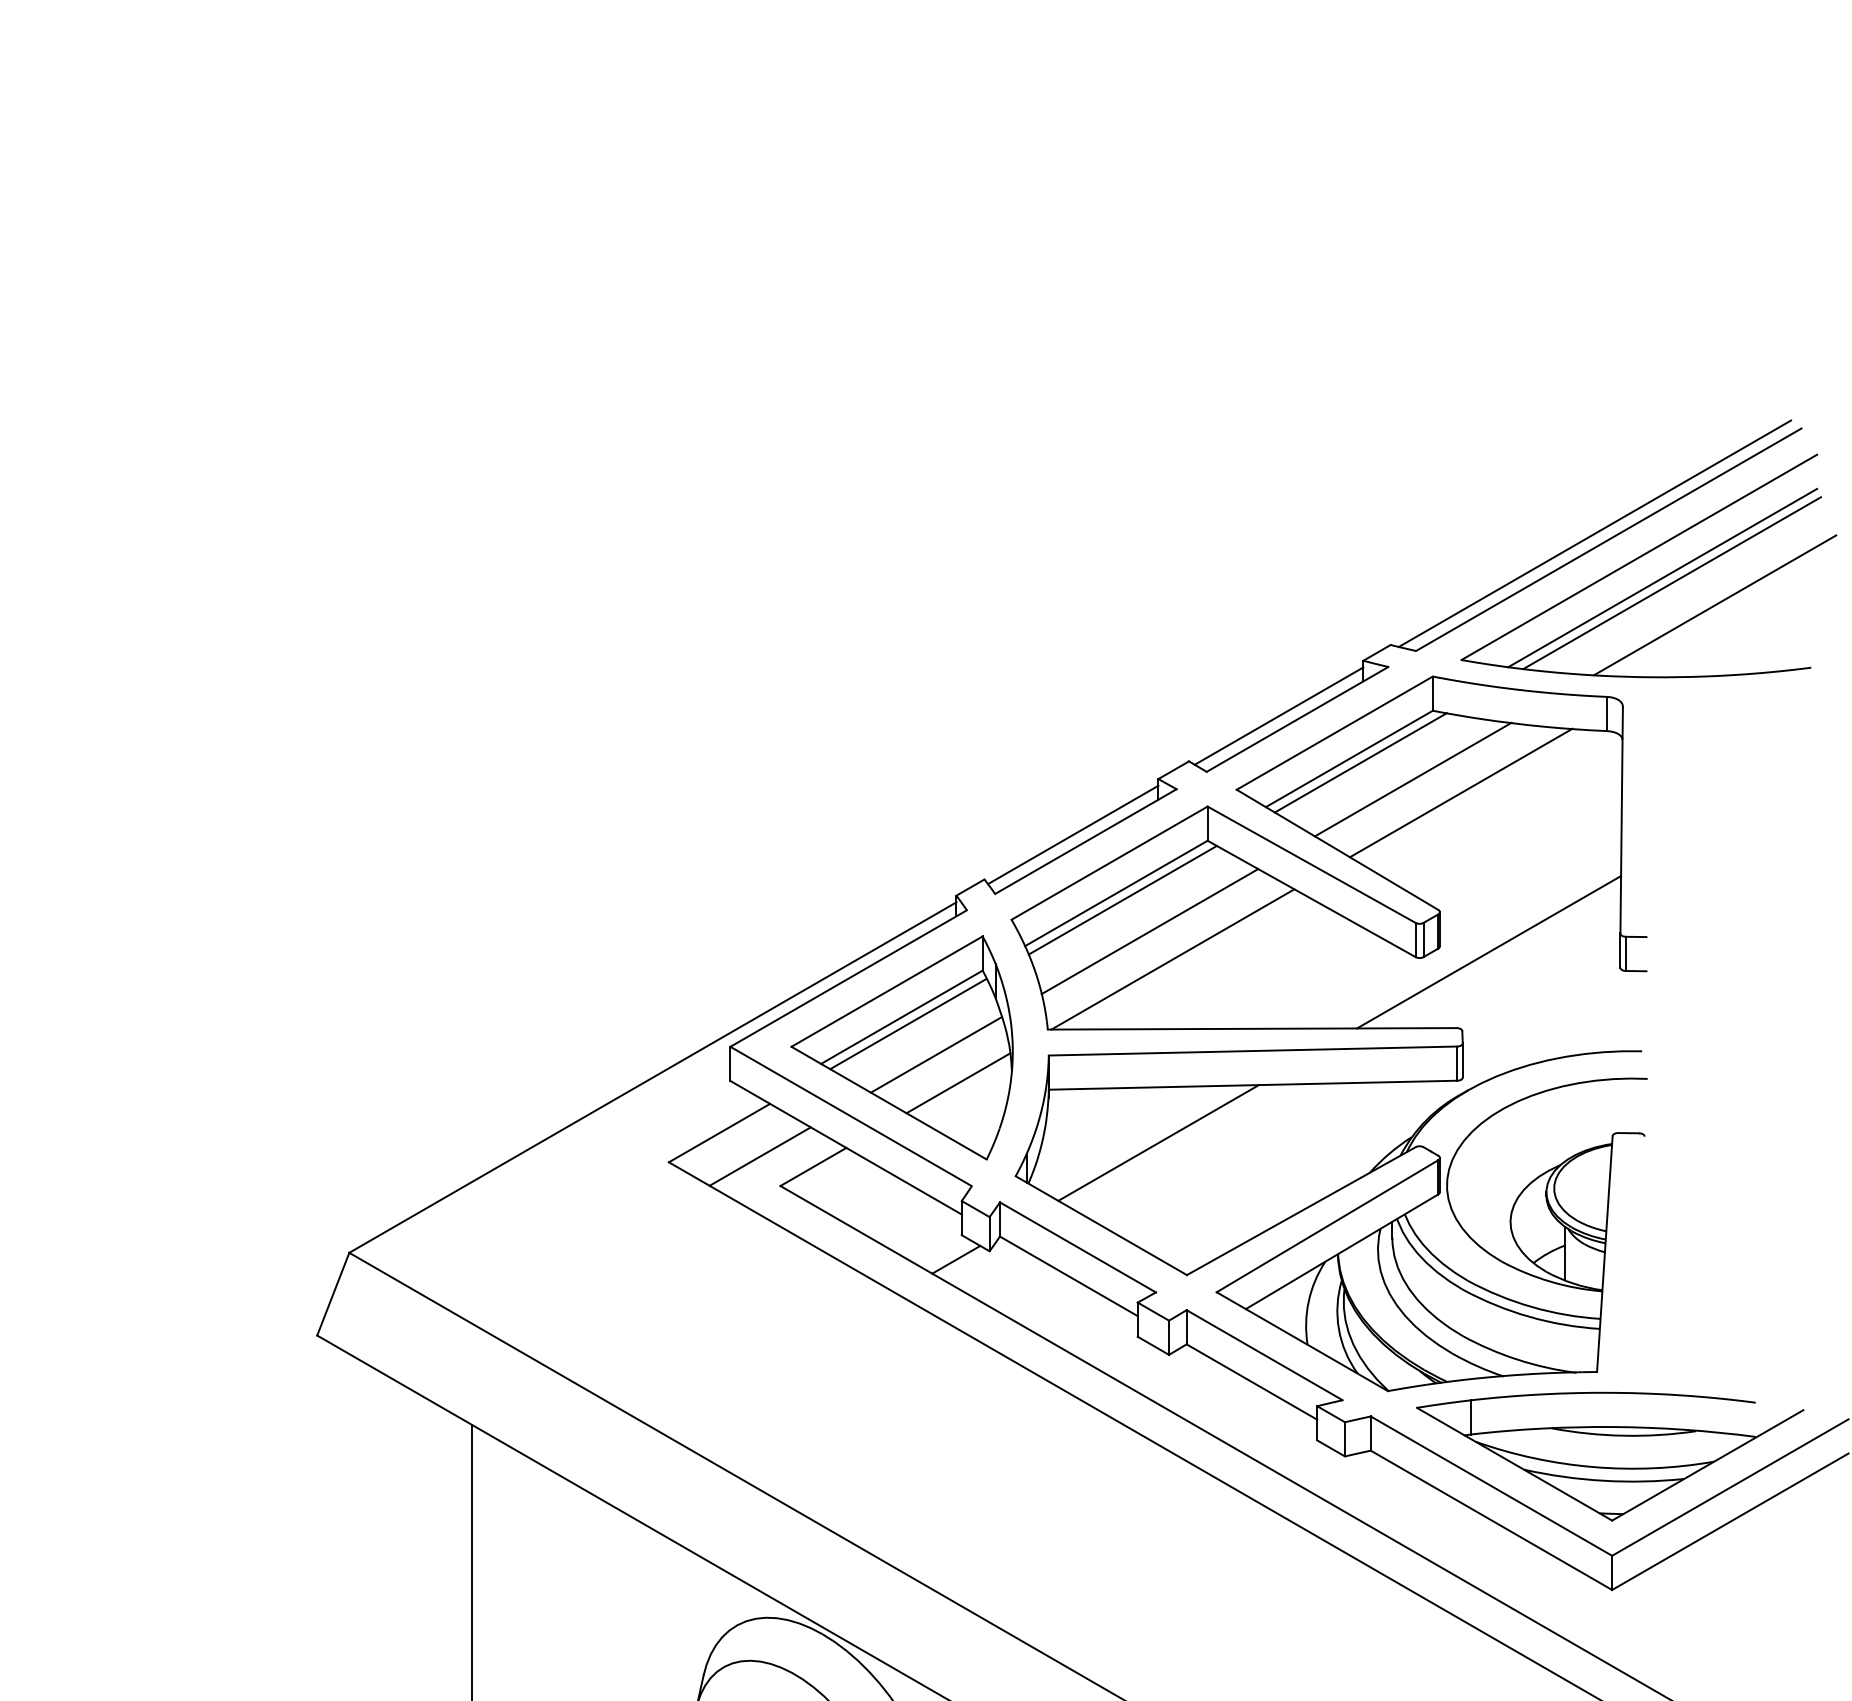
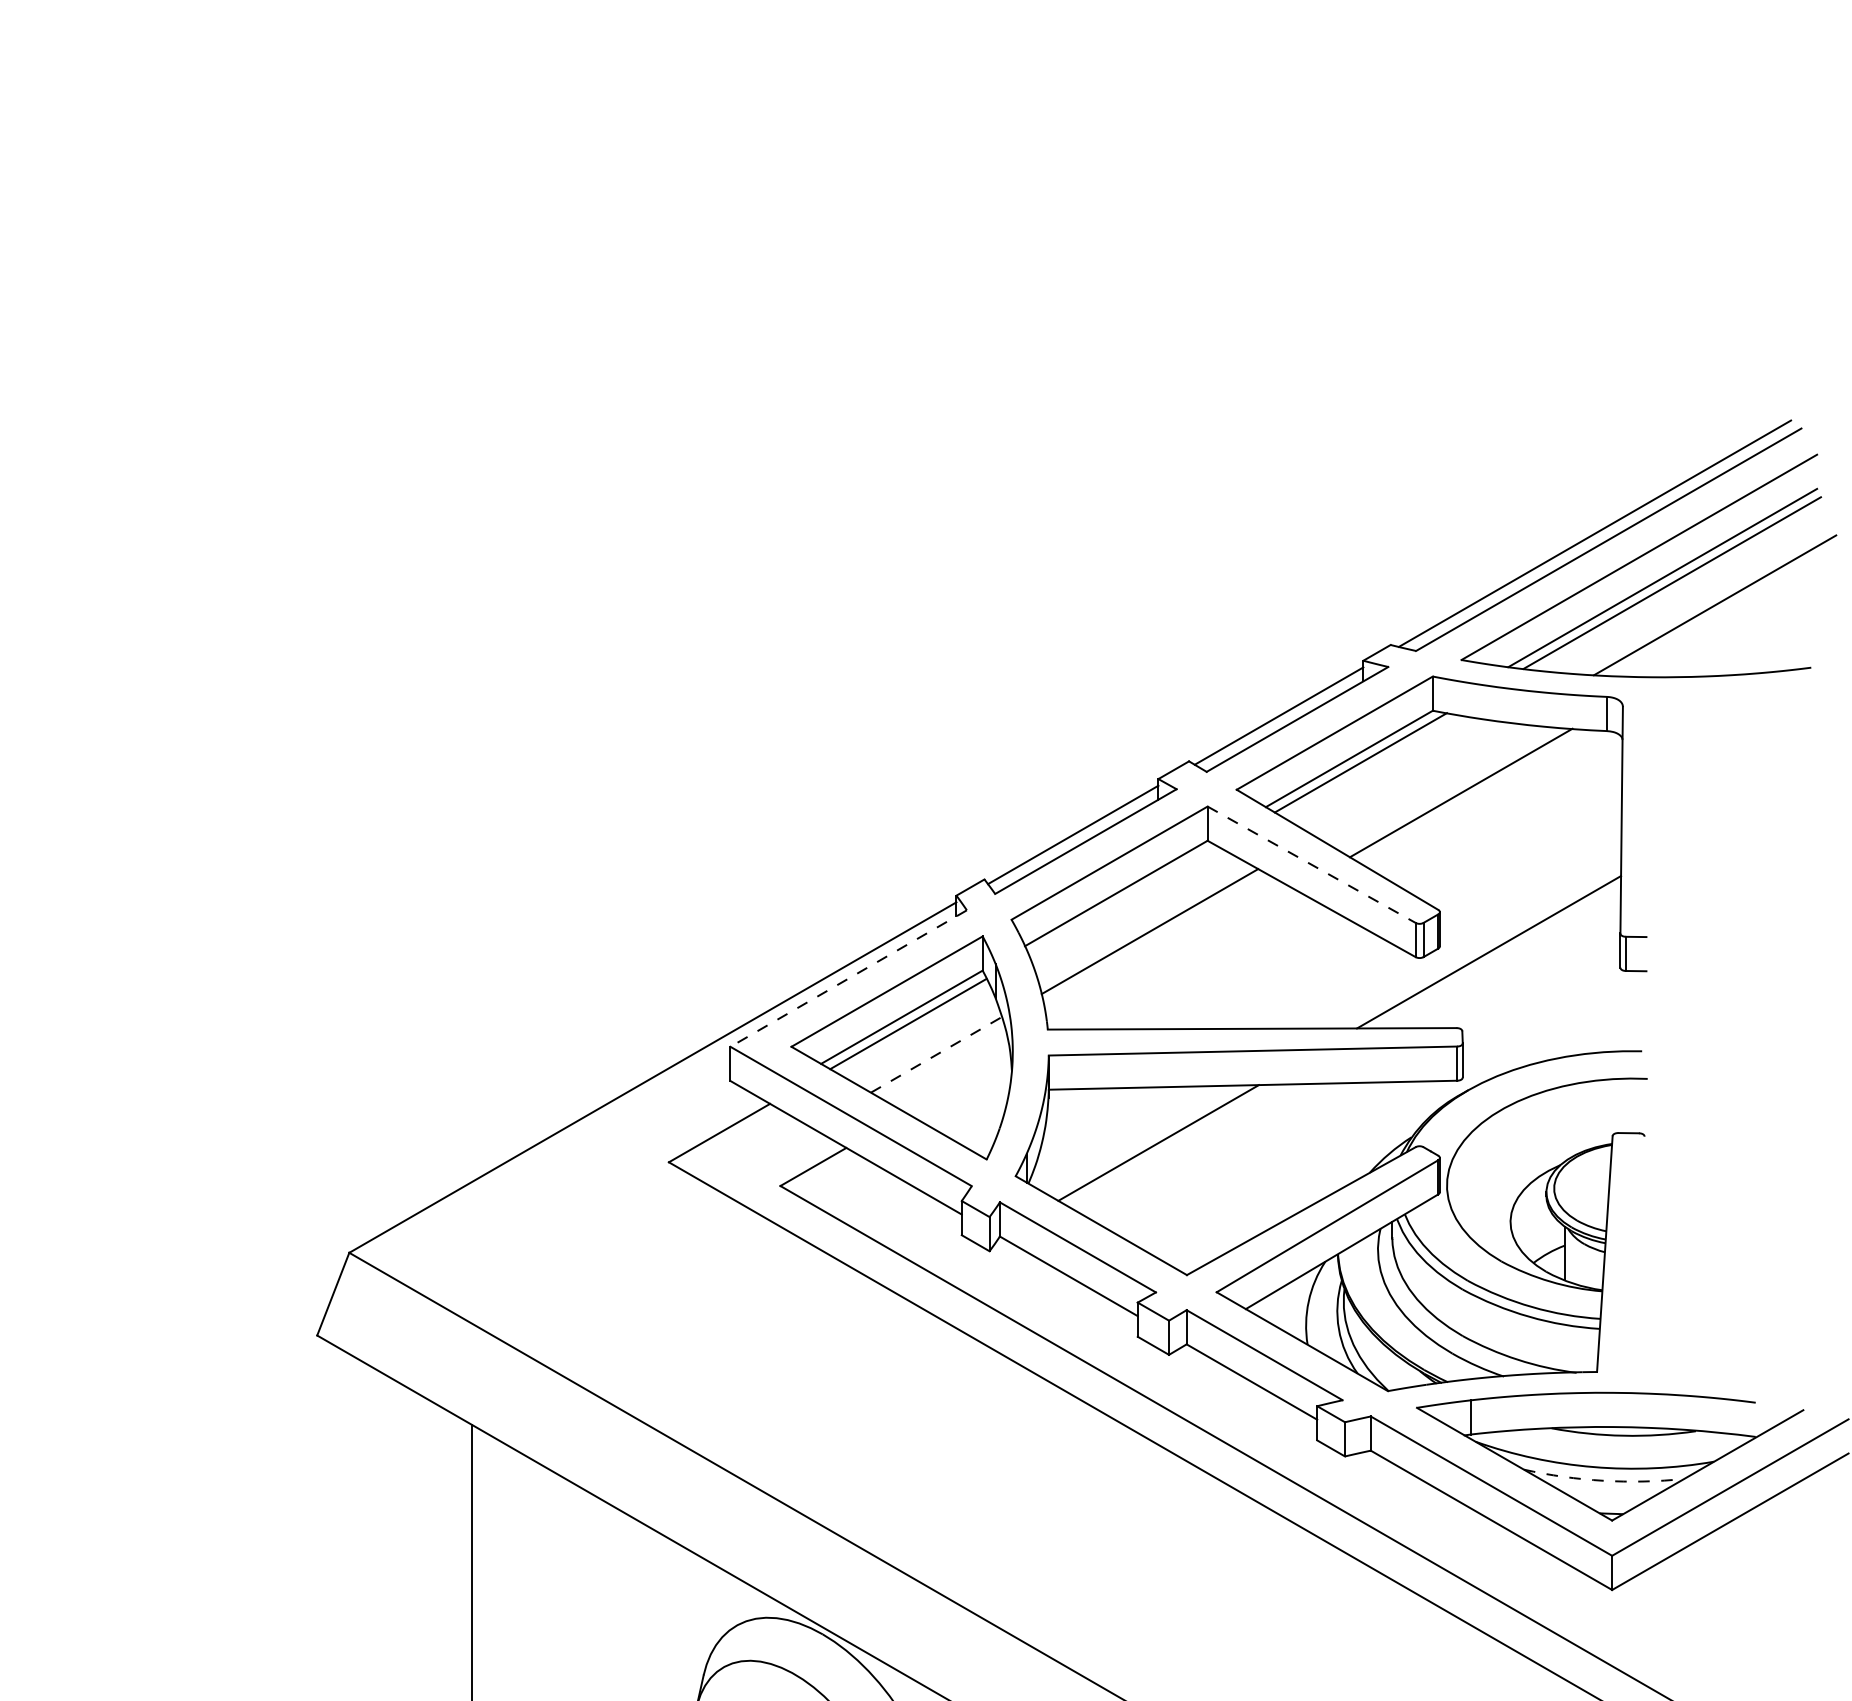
line at (1412, 779): present -> none
line at (1312, 864): solid -> dashed
line at (1122, 899): present -> none
line at (1172, 959): present -> none
line at (848, 978): solid -> dashed
line at (936, 1054): solid -> dashed
line at (958, 1083): present -> none
line at (759, 1156): present -> none
line at (956, 1259): present -> none
arc at (1603, 1480): solid -> dashed
